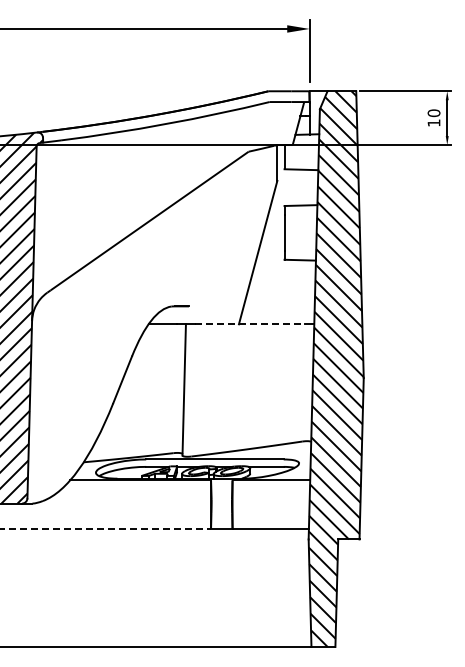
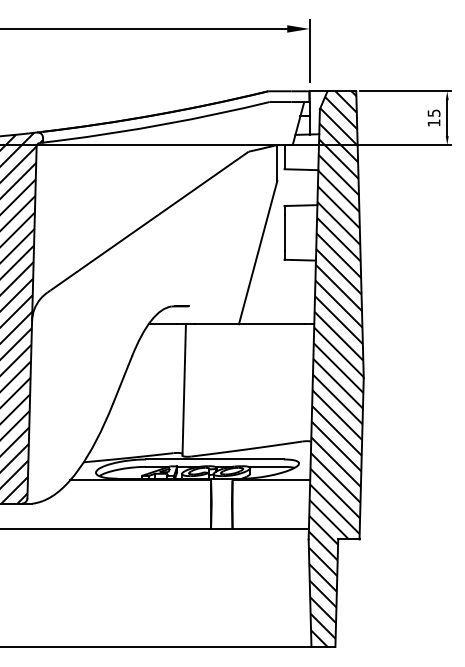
text at (433, 113): 10 -> 15
line at (250, 324): dashed -> solid
line at (106, 528): dashed -> solid
